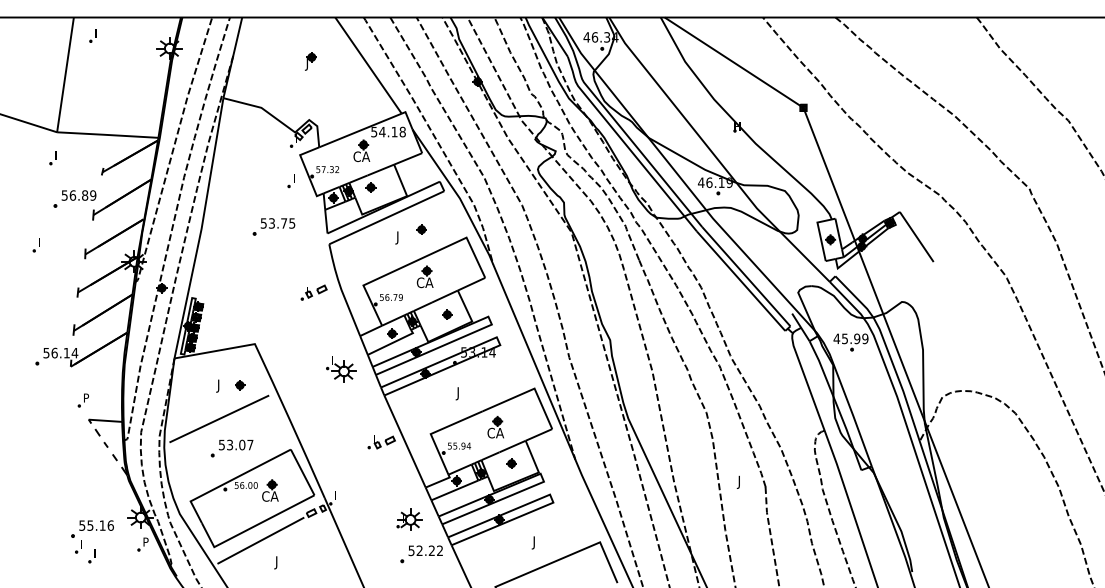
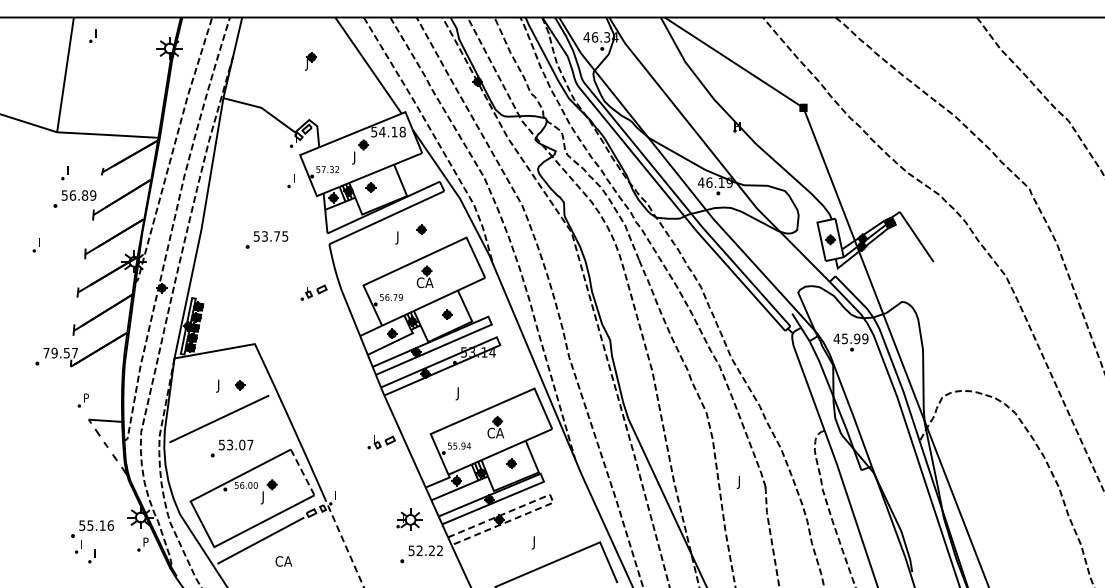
text at (361, 157): CA -> J
part at (52, 158) position: (52, 158) -> (64, 173)
part at (273, 226) position: (273, 226) -> (266, 239)
text at (60, 352): 56.14 -> 79.57
part at (341, 369): present -> none
line at (302, 472): solid -> dashed
text at (269, 497): CA -> J
line at (551, 499): solid -> dashed
line at (344, 542): solid -> dashed
text at (283, 562): J -> CA
